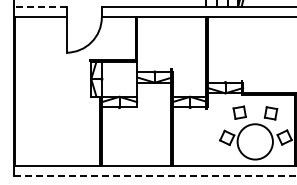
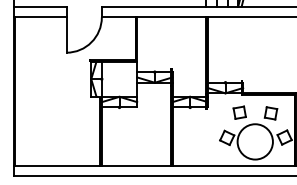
line at (39, 6): dashed -> solid
line at (155, 176): dashed -> solid
